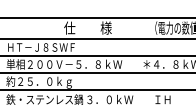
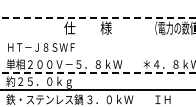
line at (97, 17): solid -> dashed
line at (97, 38): present -> none
line at (97, 56): present -> none
line at (97, 73): solid -> dashed
